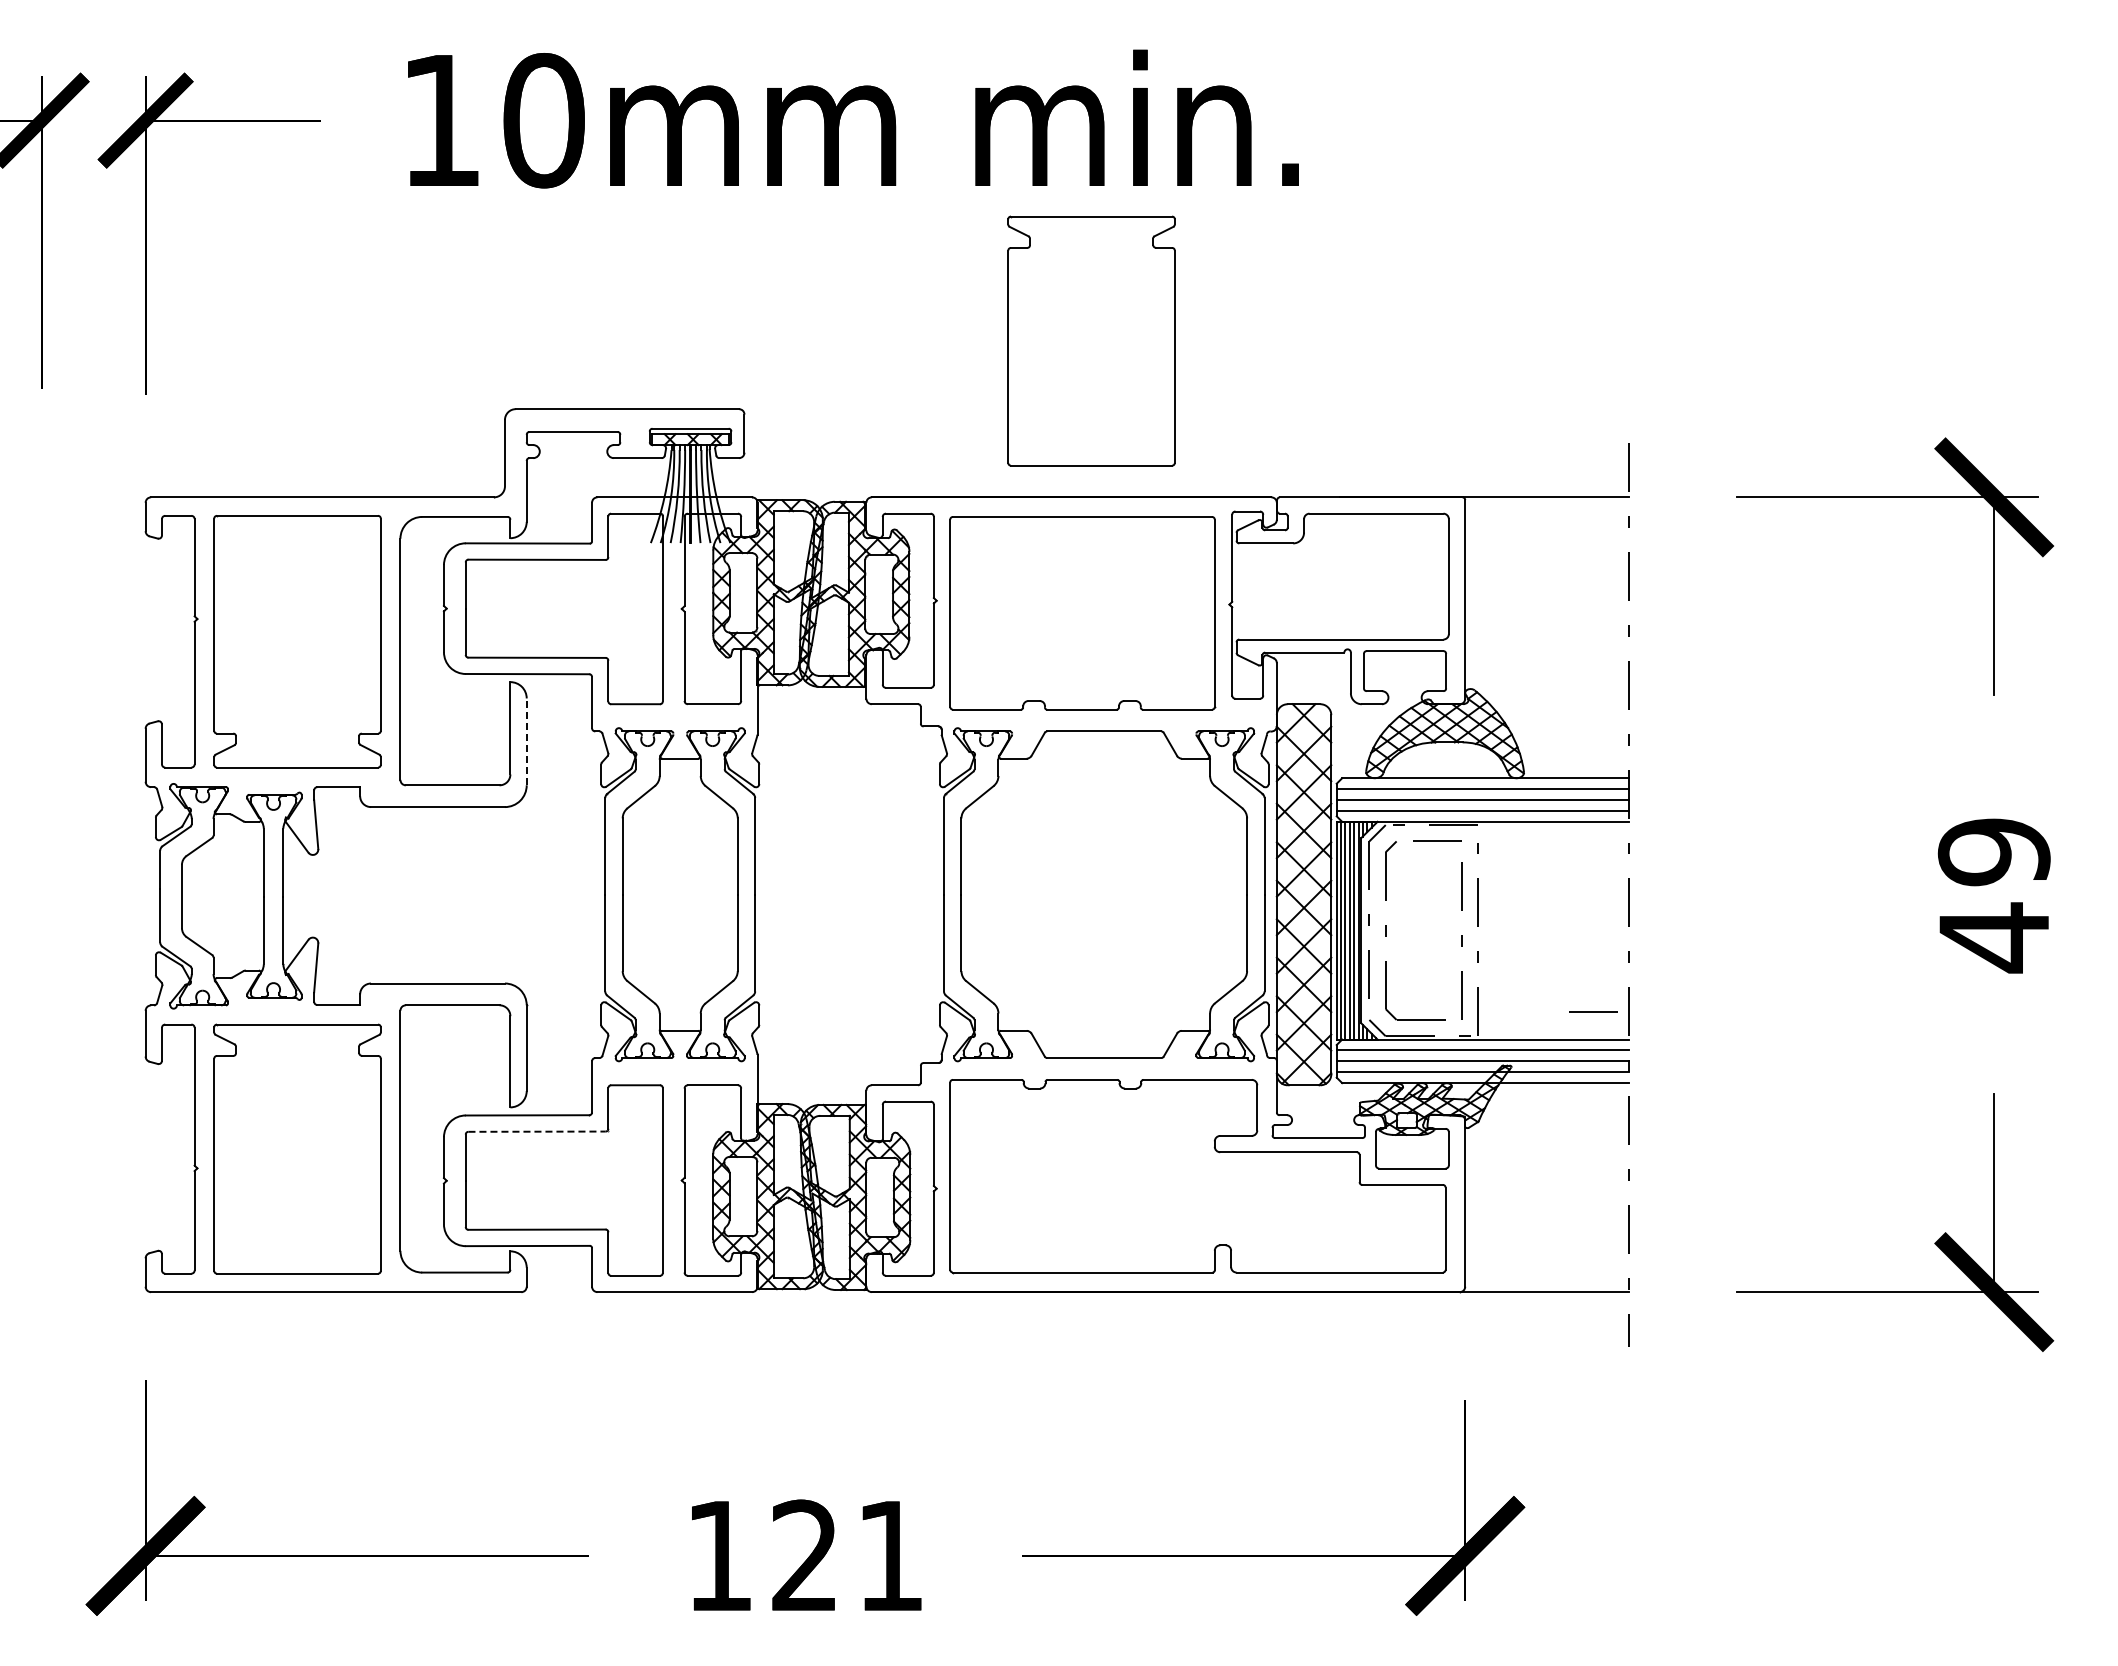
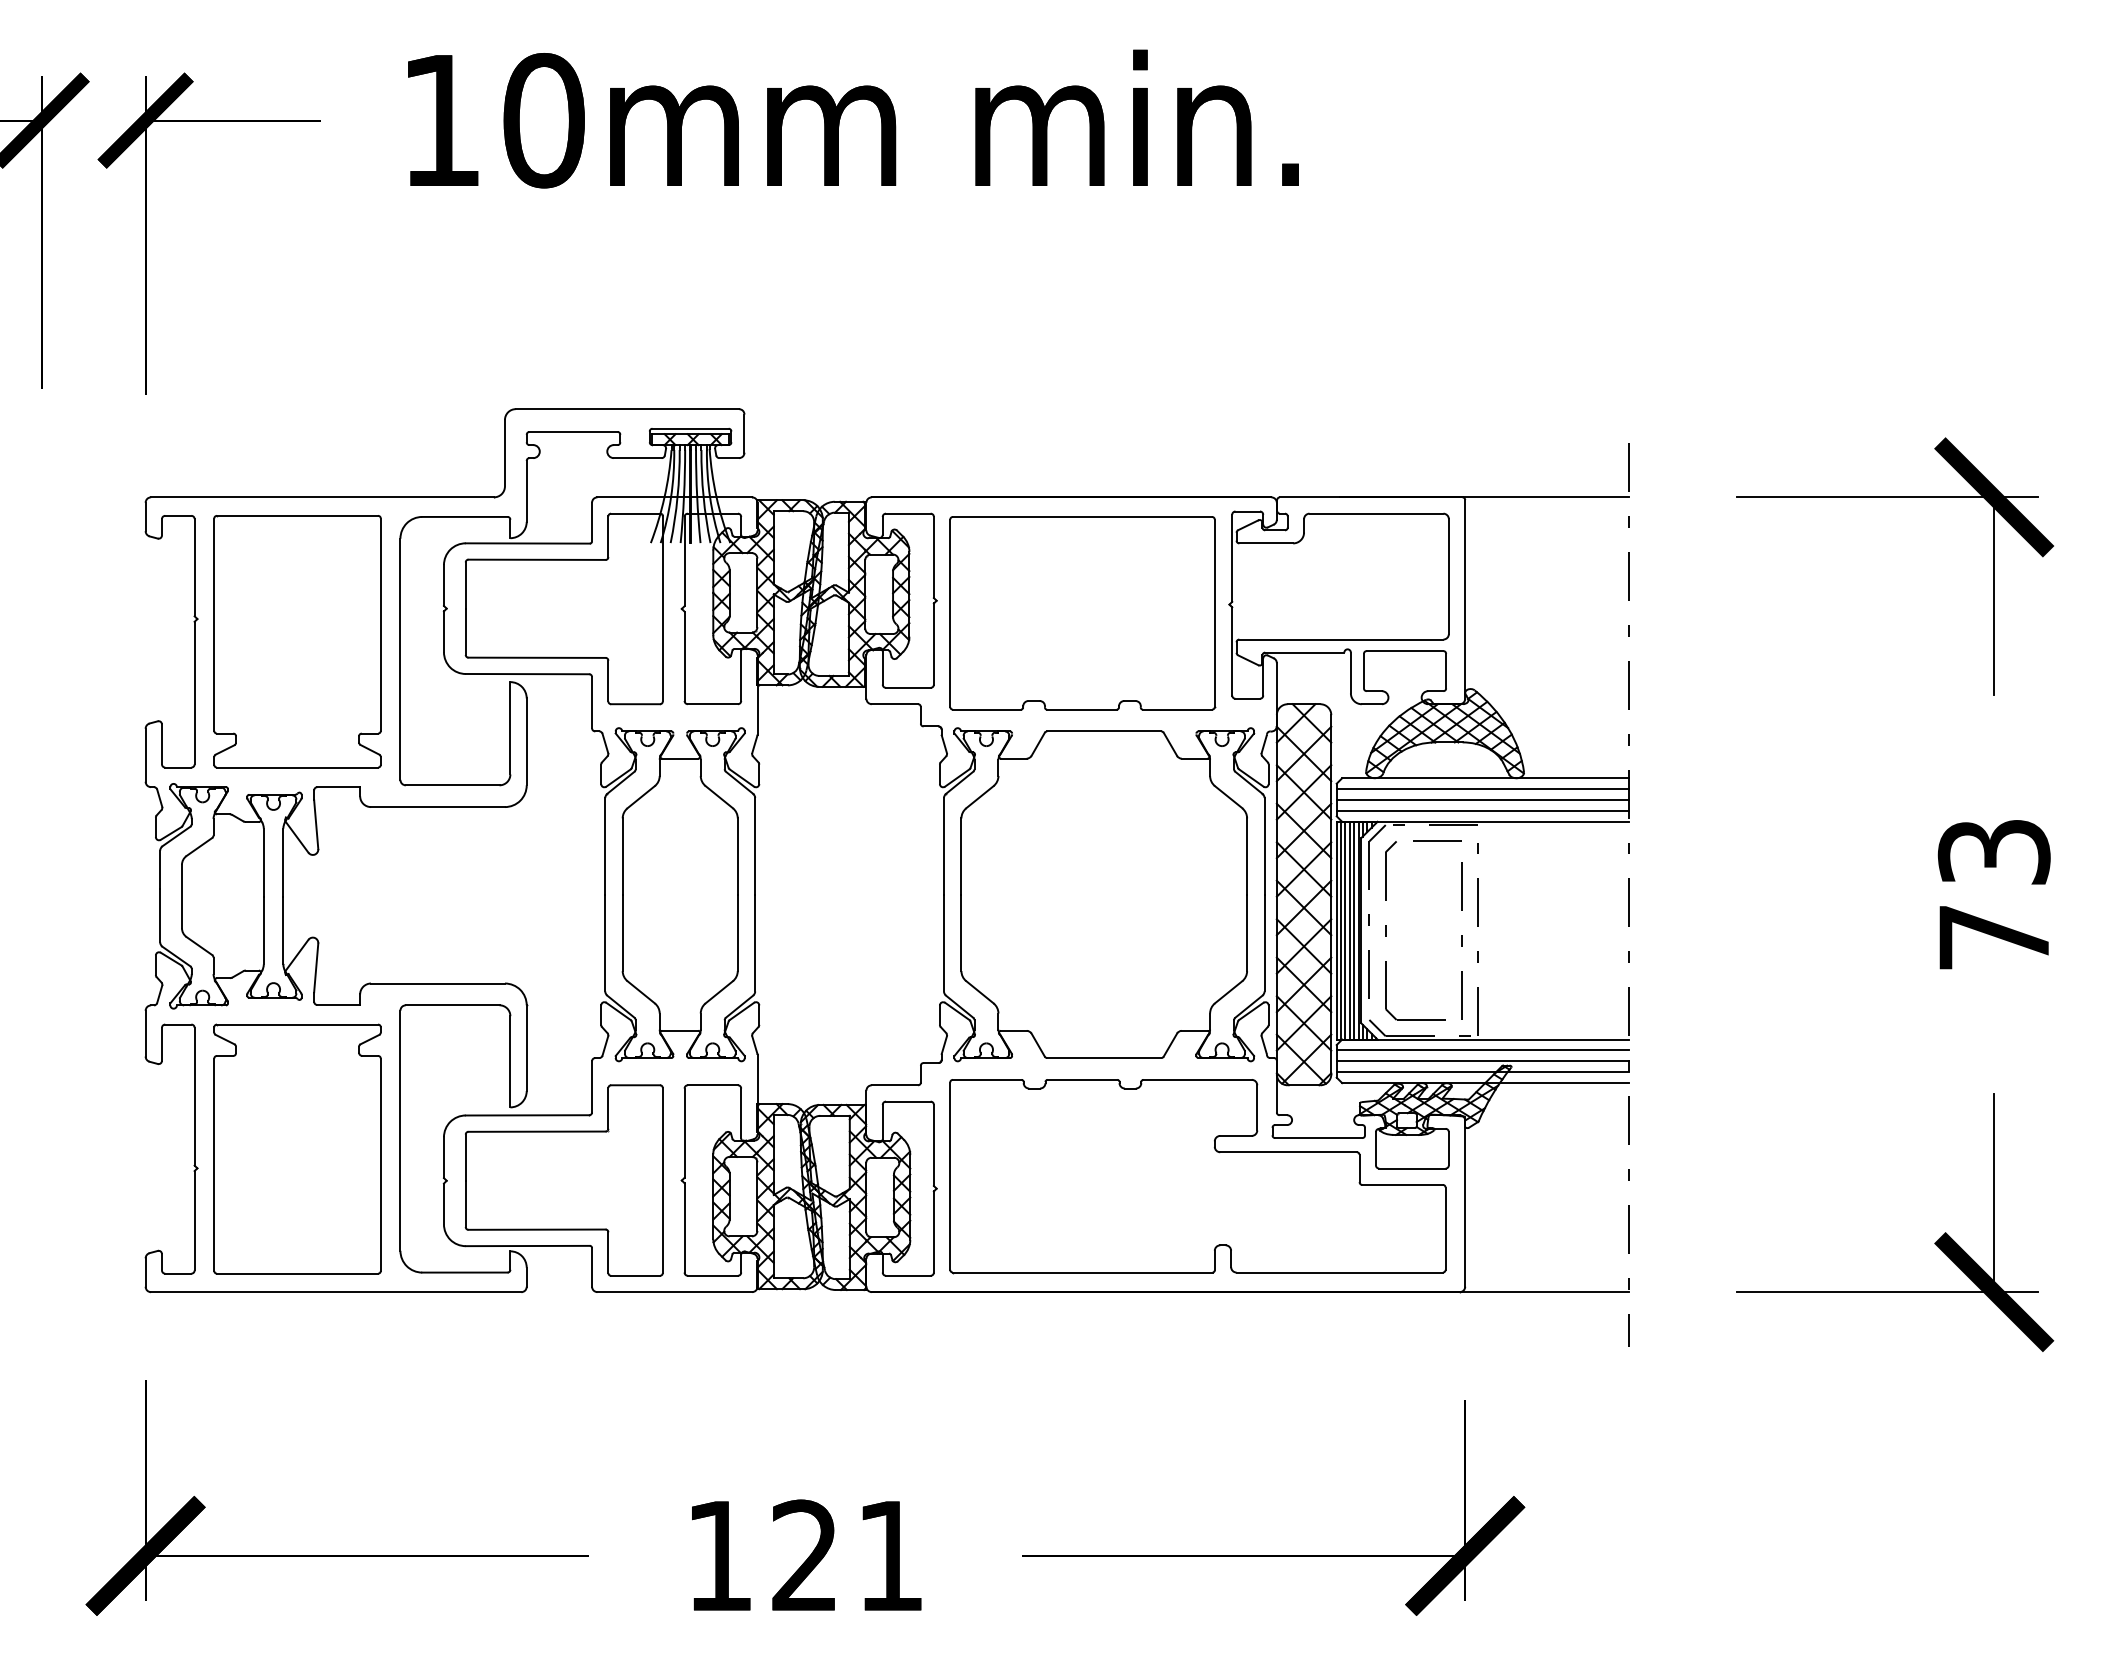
part at (1091, 340): present -> none
line at (526, 741): dashed -> solid
text at (1994, 895): 49 -> 73
line at (1593, 1011): present -> none
line at (537, 1131): dashed -> solid
